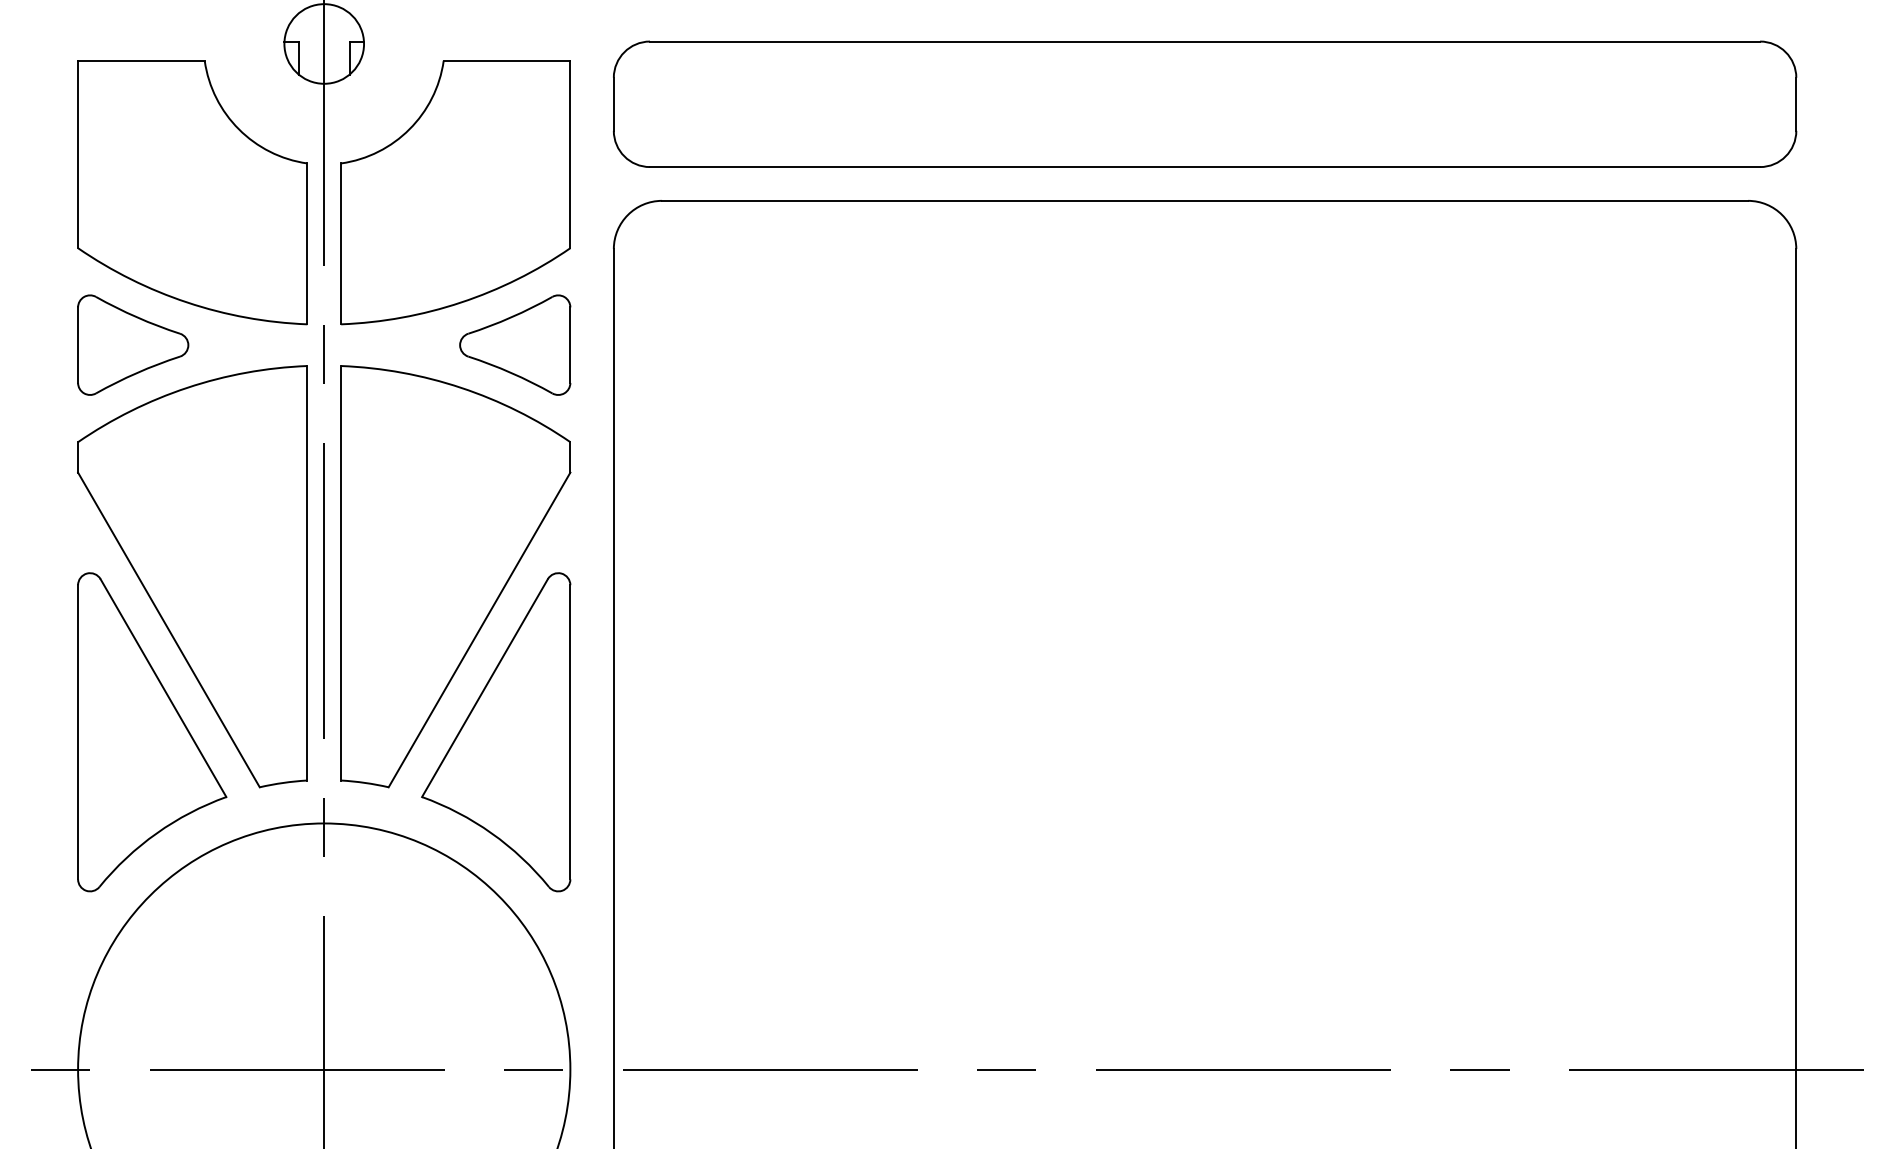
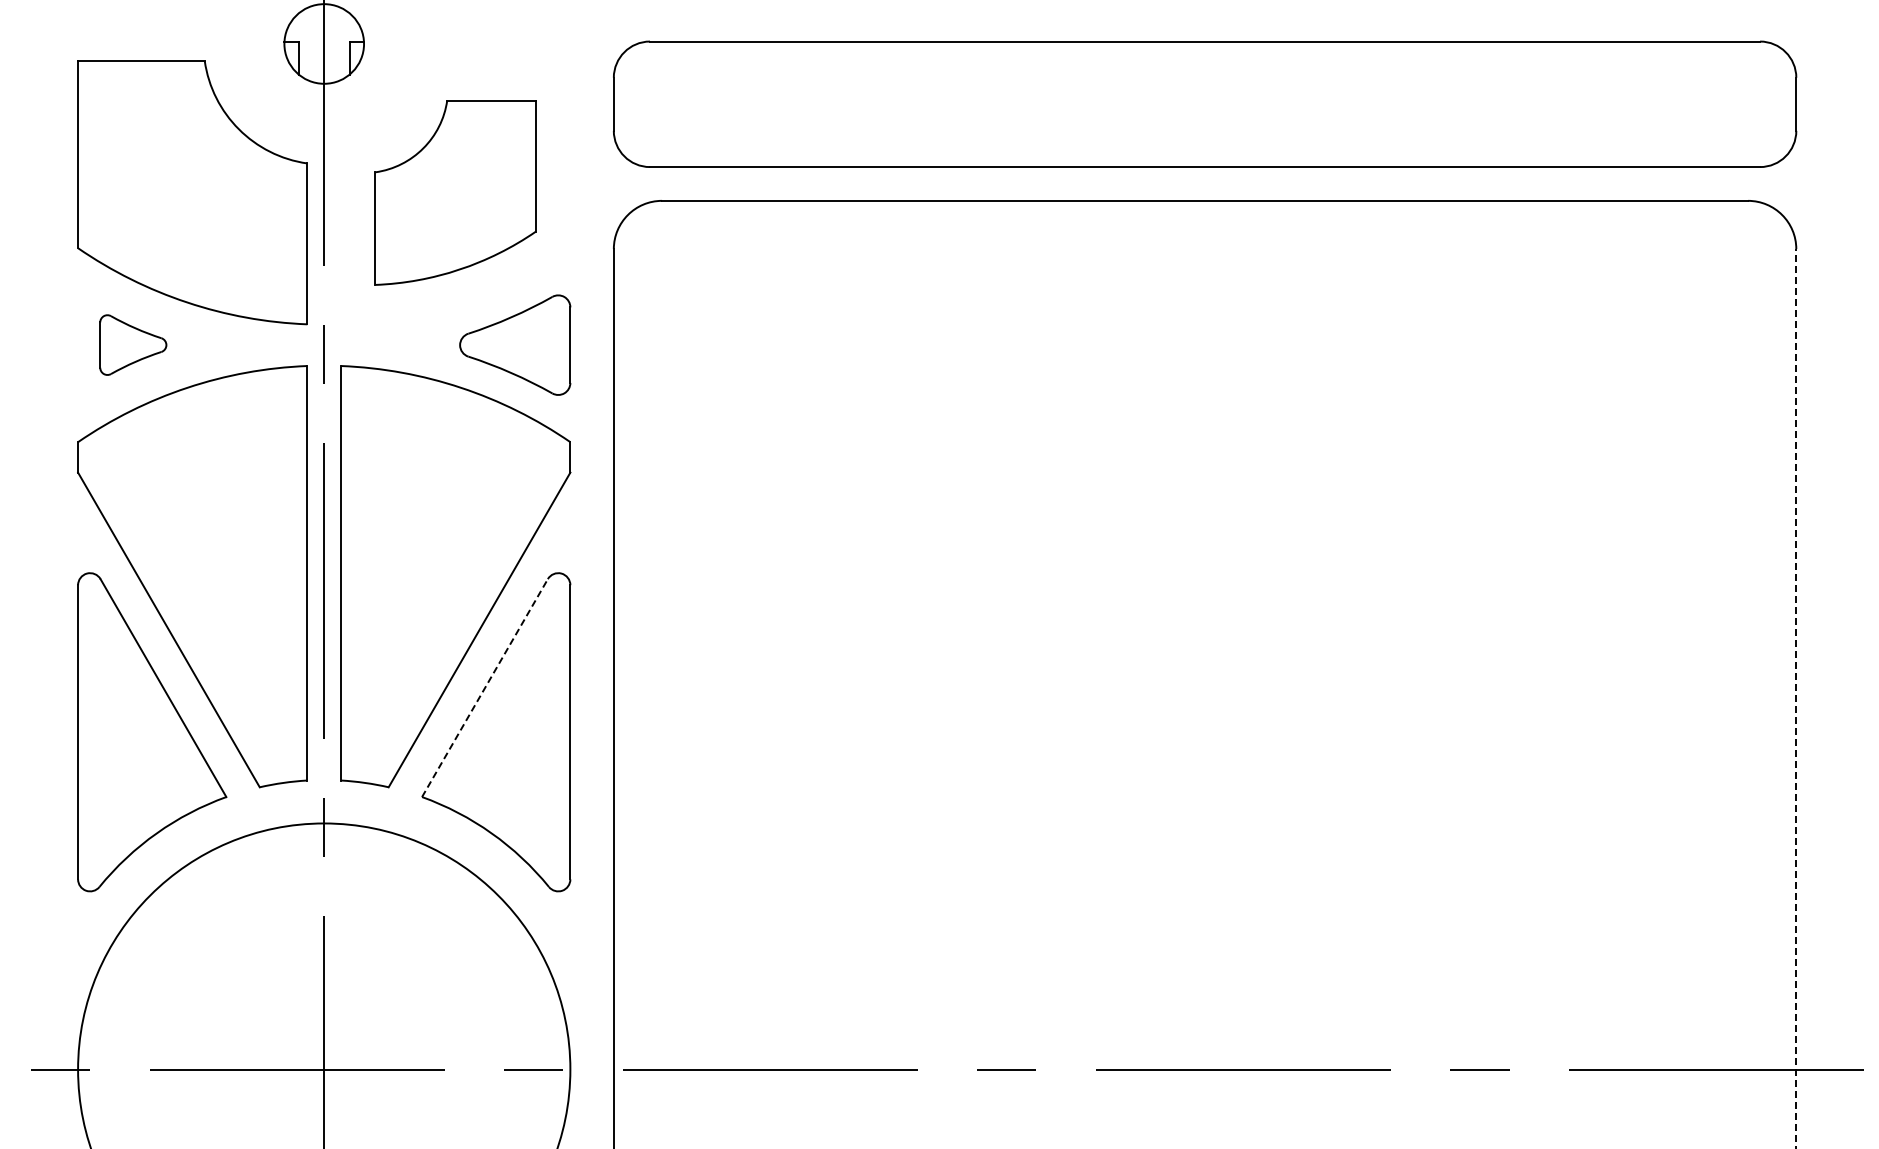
part at (455, 192) size: 231x266 px -> 163x186 px
part at (133, 344) size: 113x102 px -> 69x62 px
line at (484, 688): solid -> dashed
line at (1796, 698): solid -> dashed
